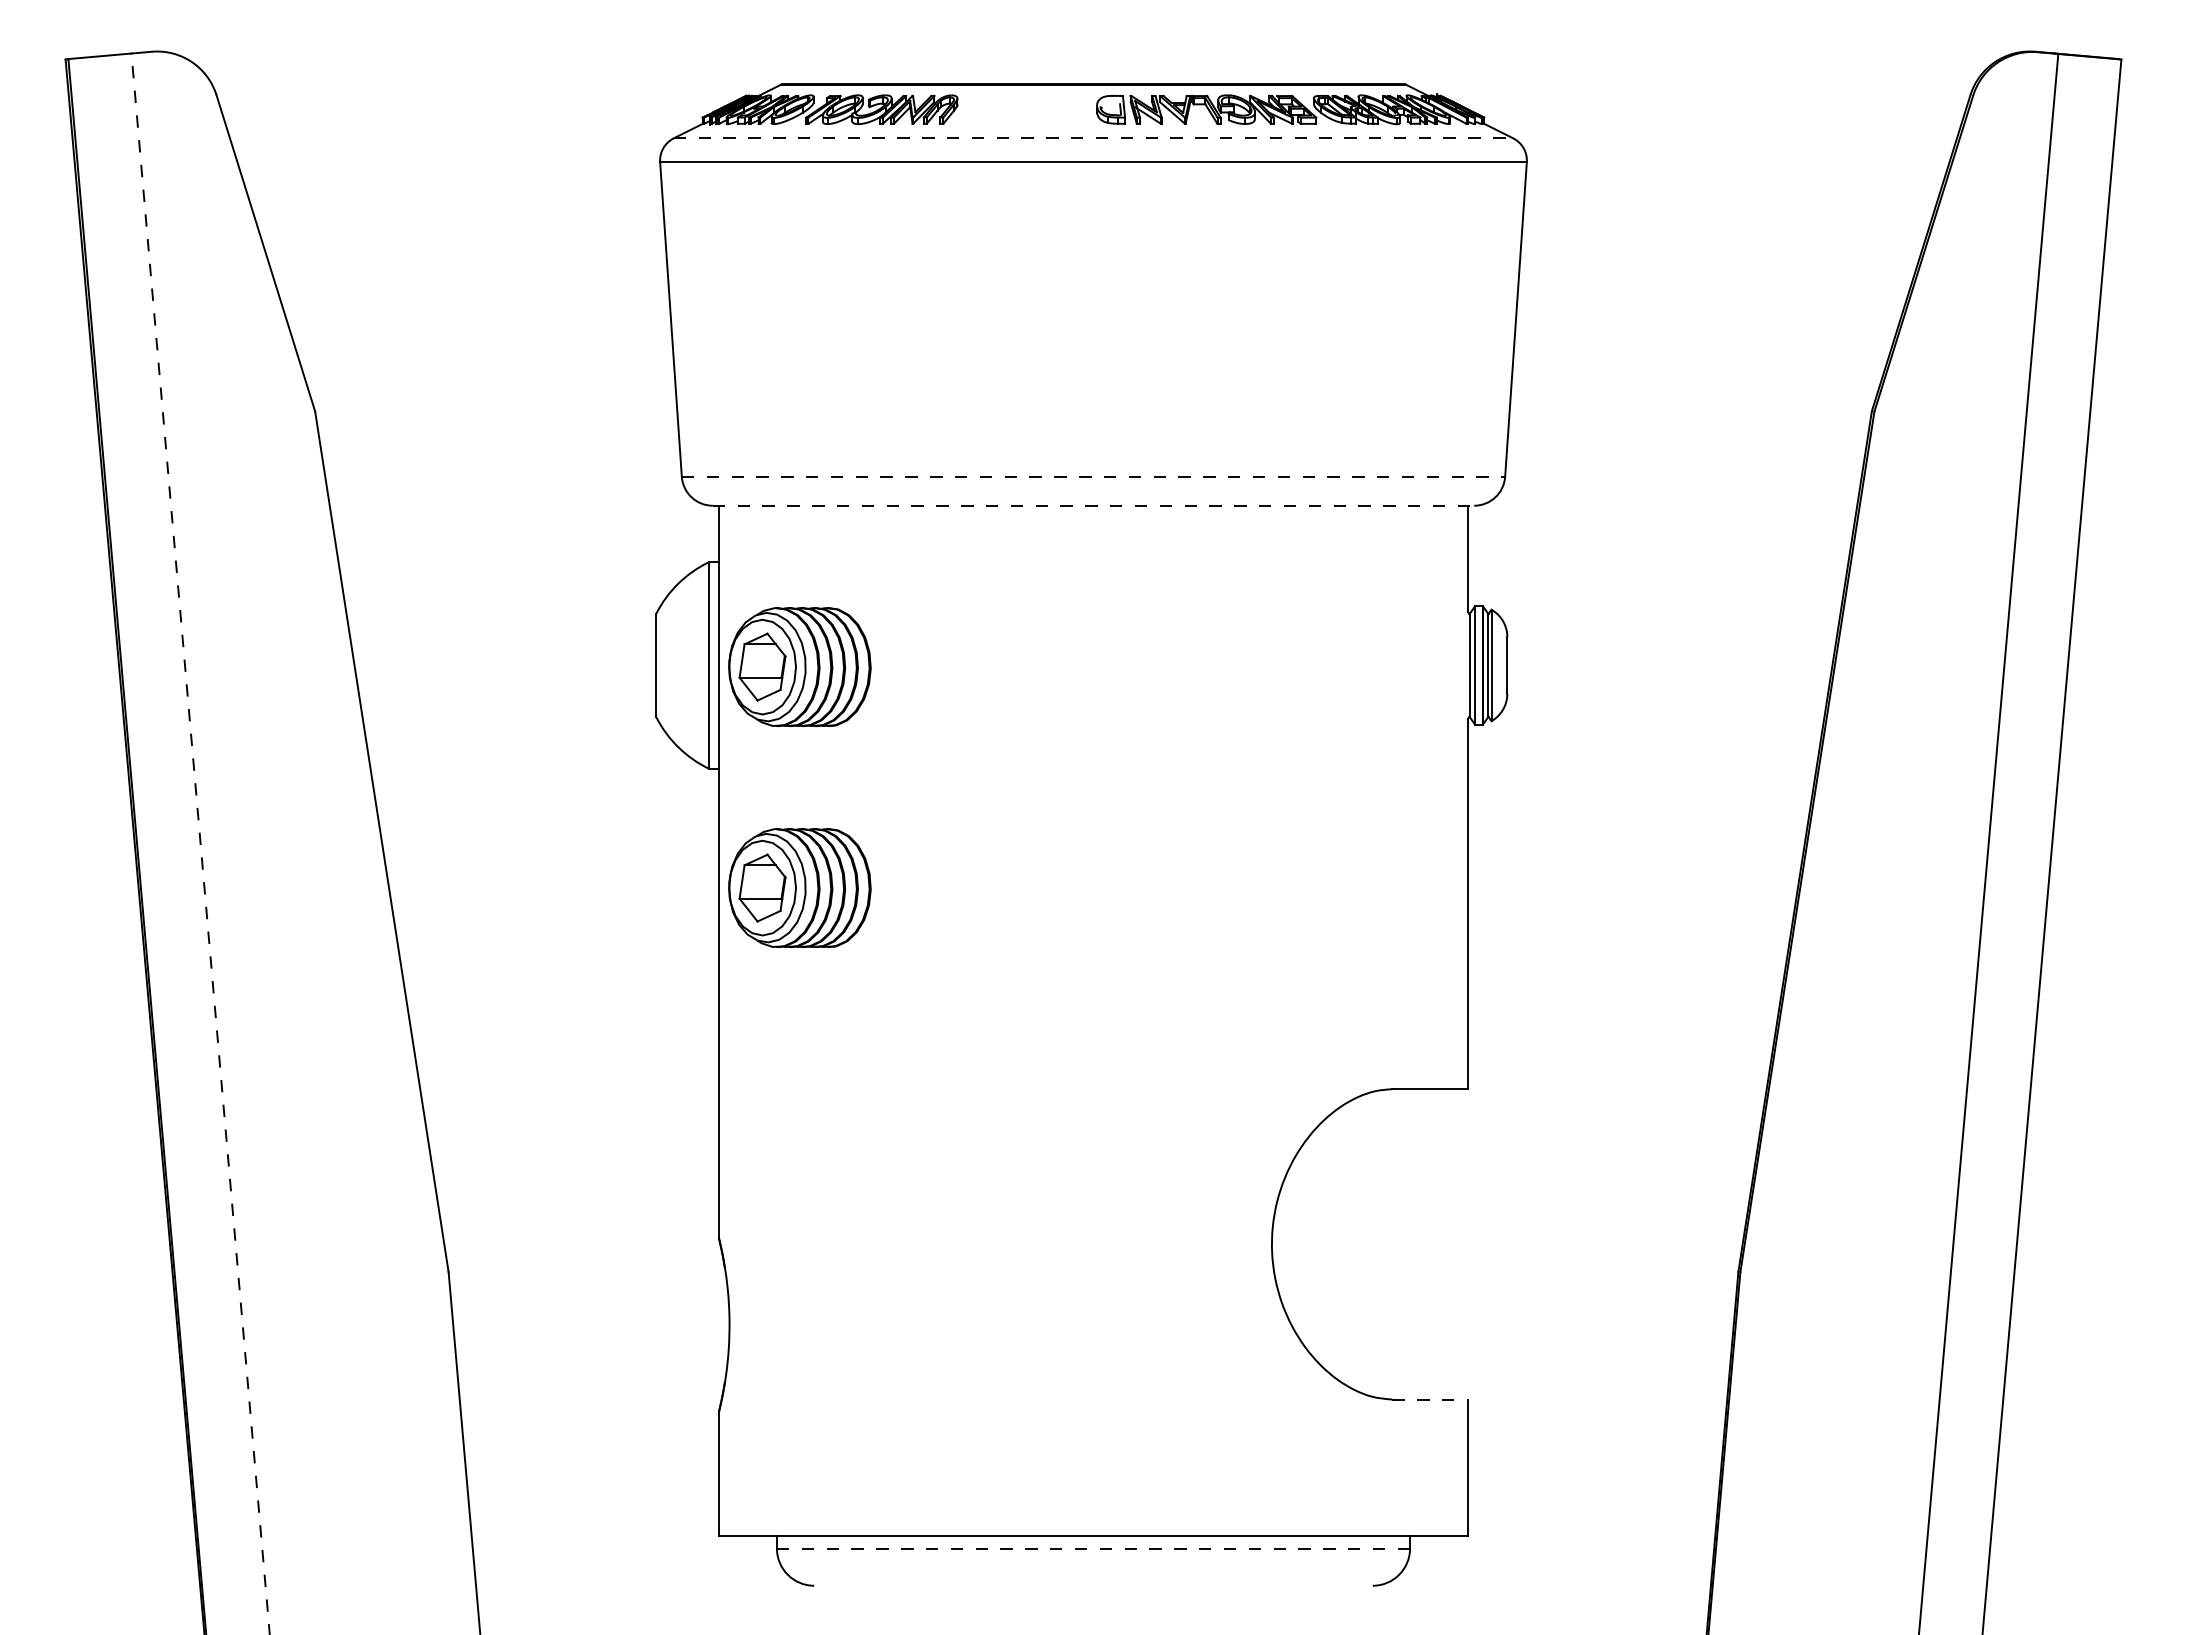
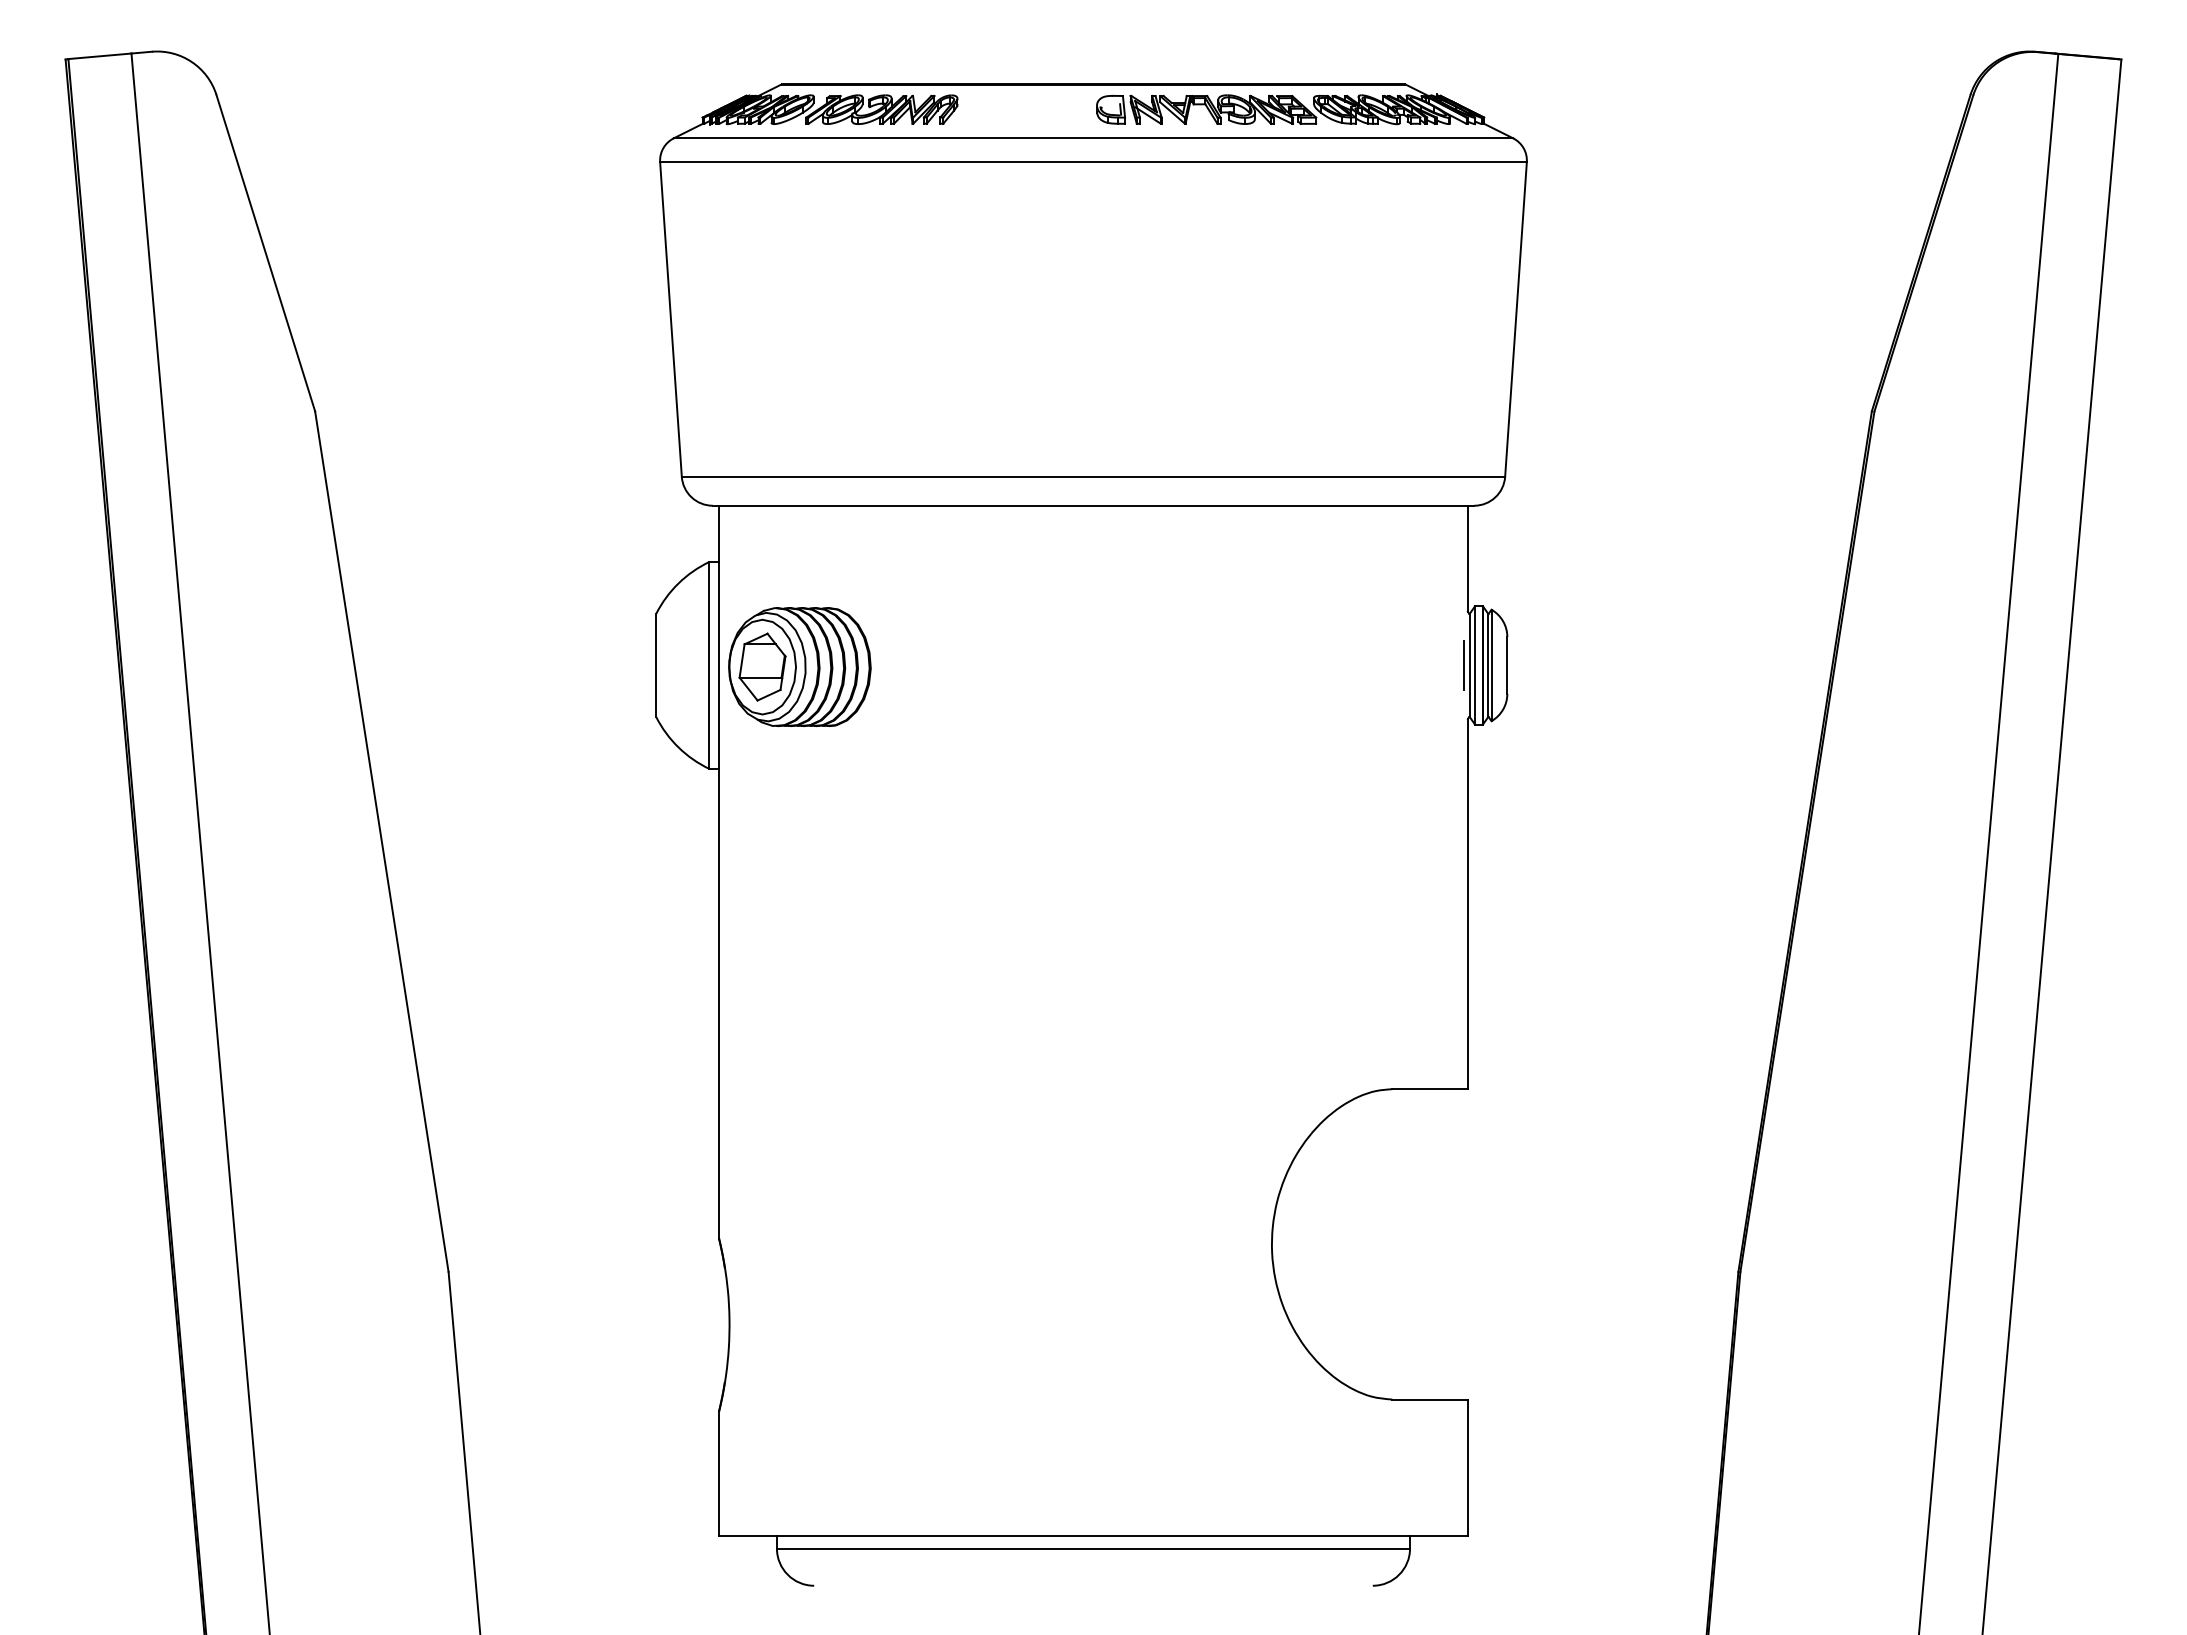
line at (1093, 138): dashed -> solid
line at (1093, 476): dashed -> solid
line at (1093, 505): dashed -> solid
line at (1464, 665): none -> present
line at (200, 843): dashed -> solid
part at (799, 888): present -> none
line at (1430, 1399): dashed -> solid
line at (1093, 1548): dashed -> solid
